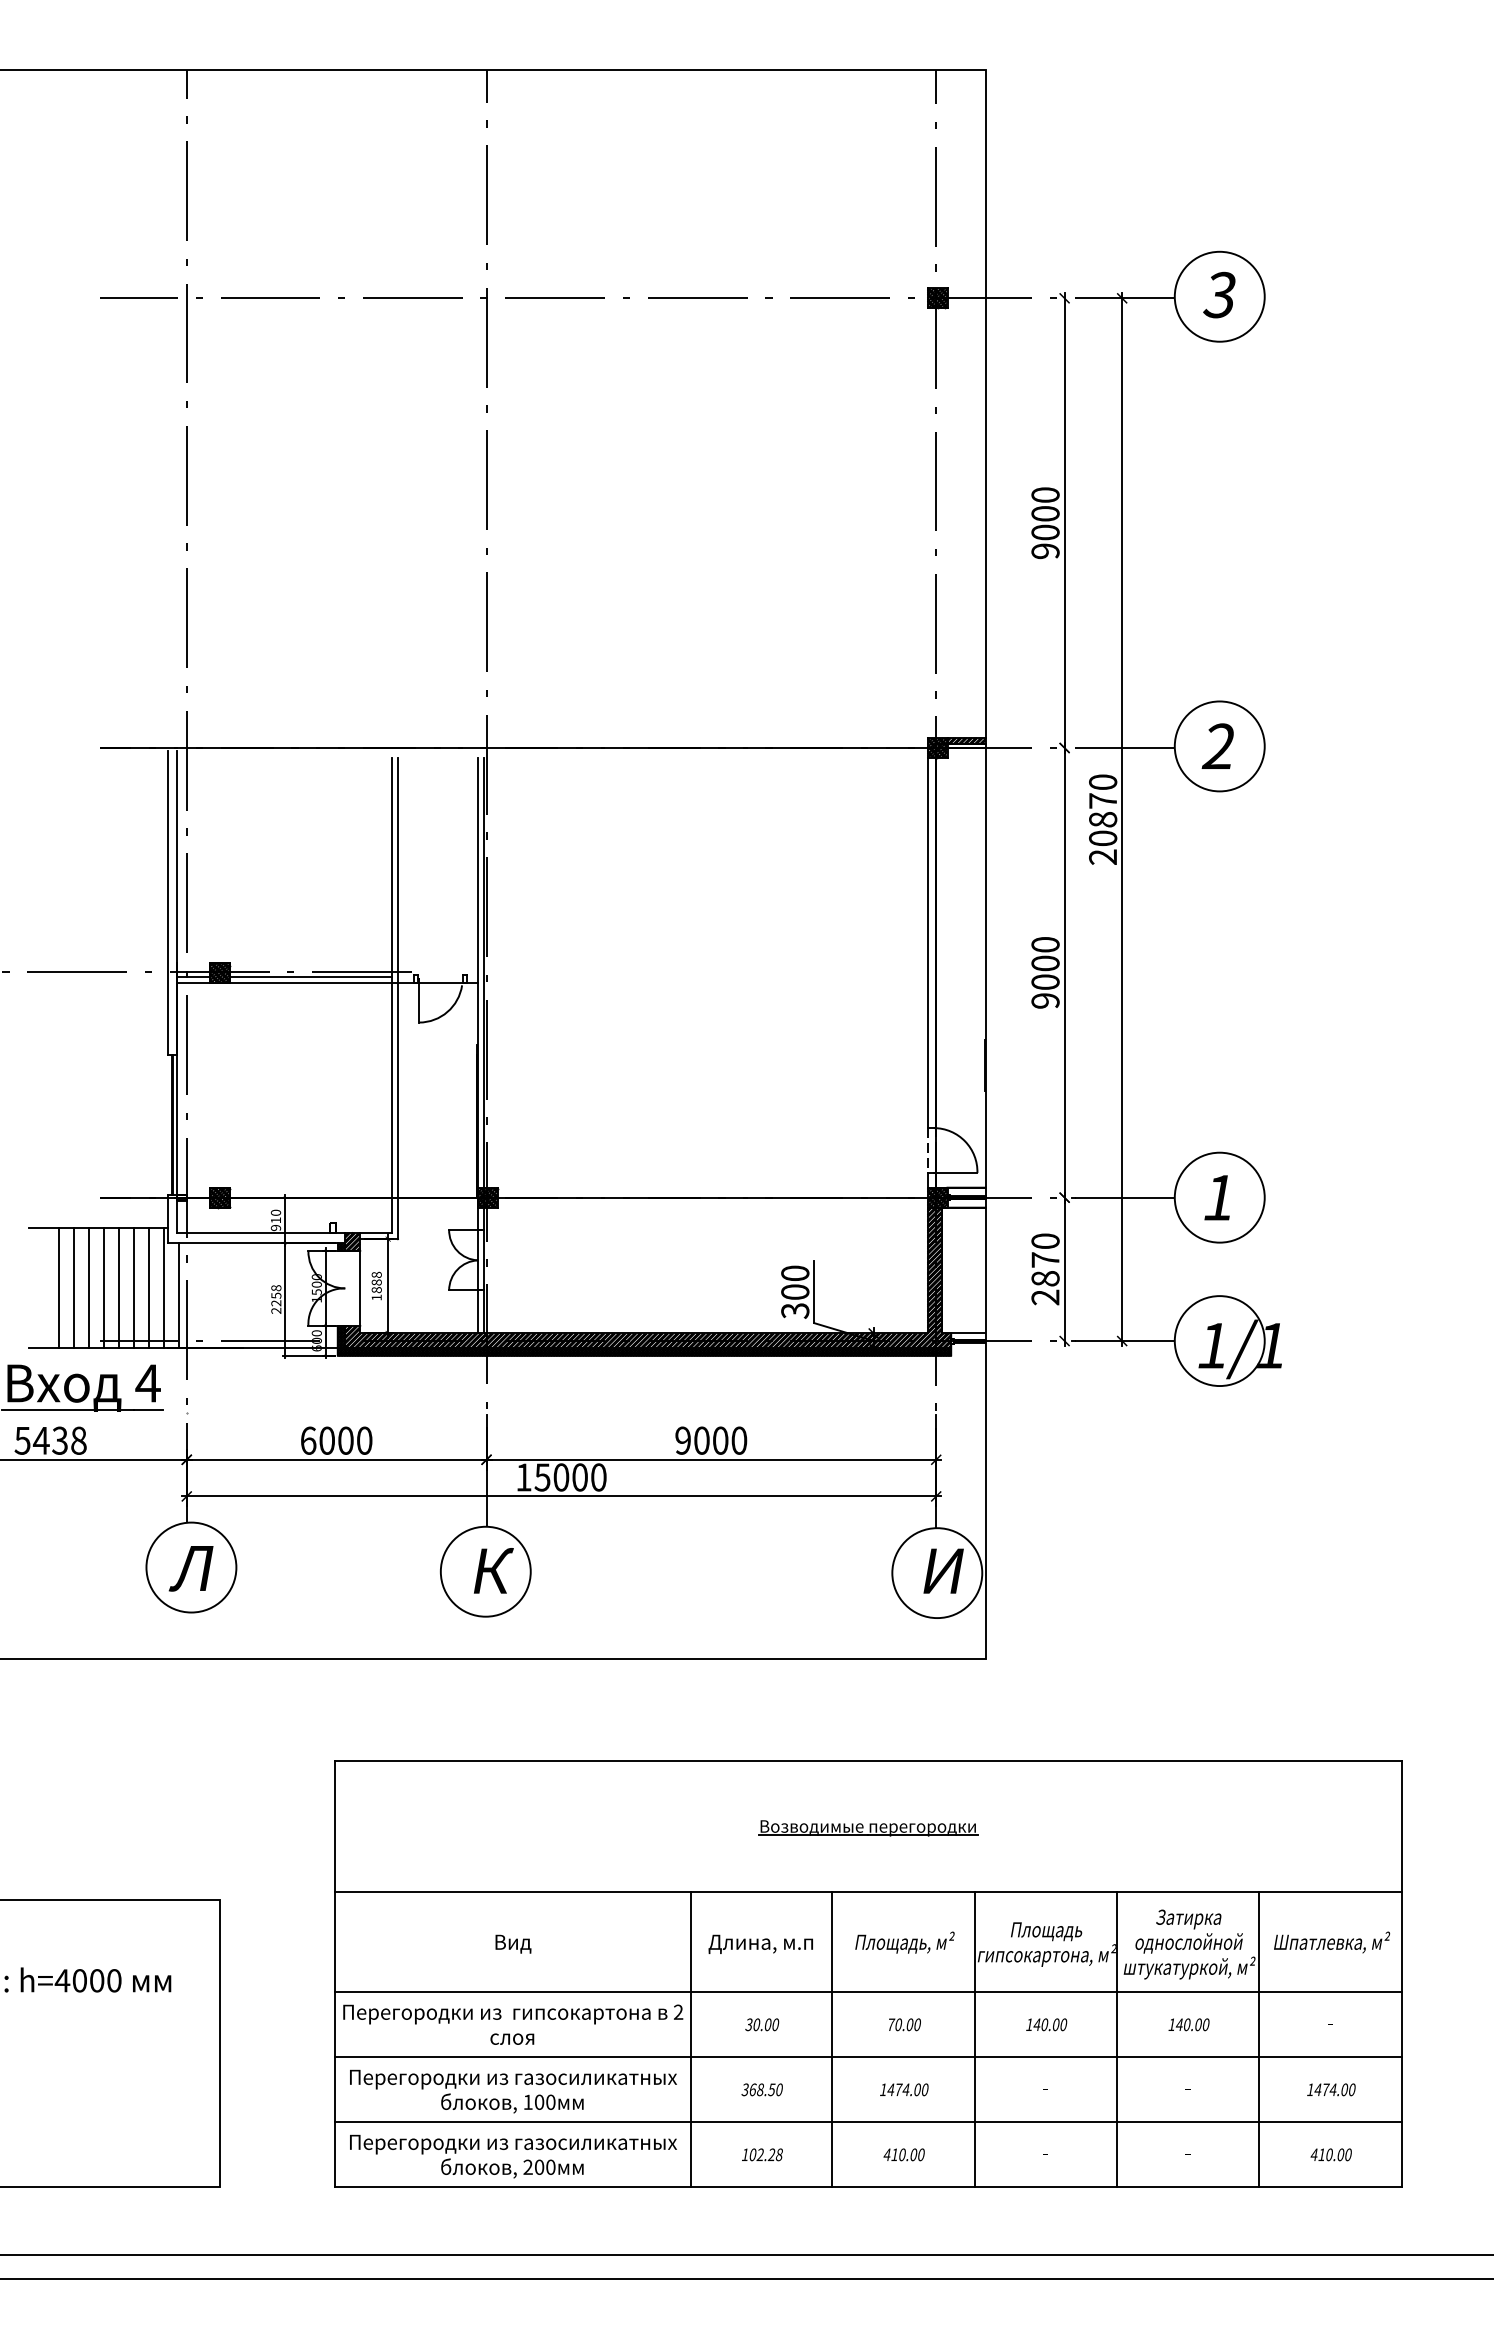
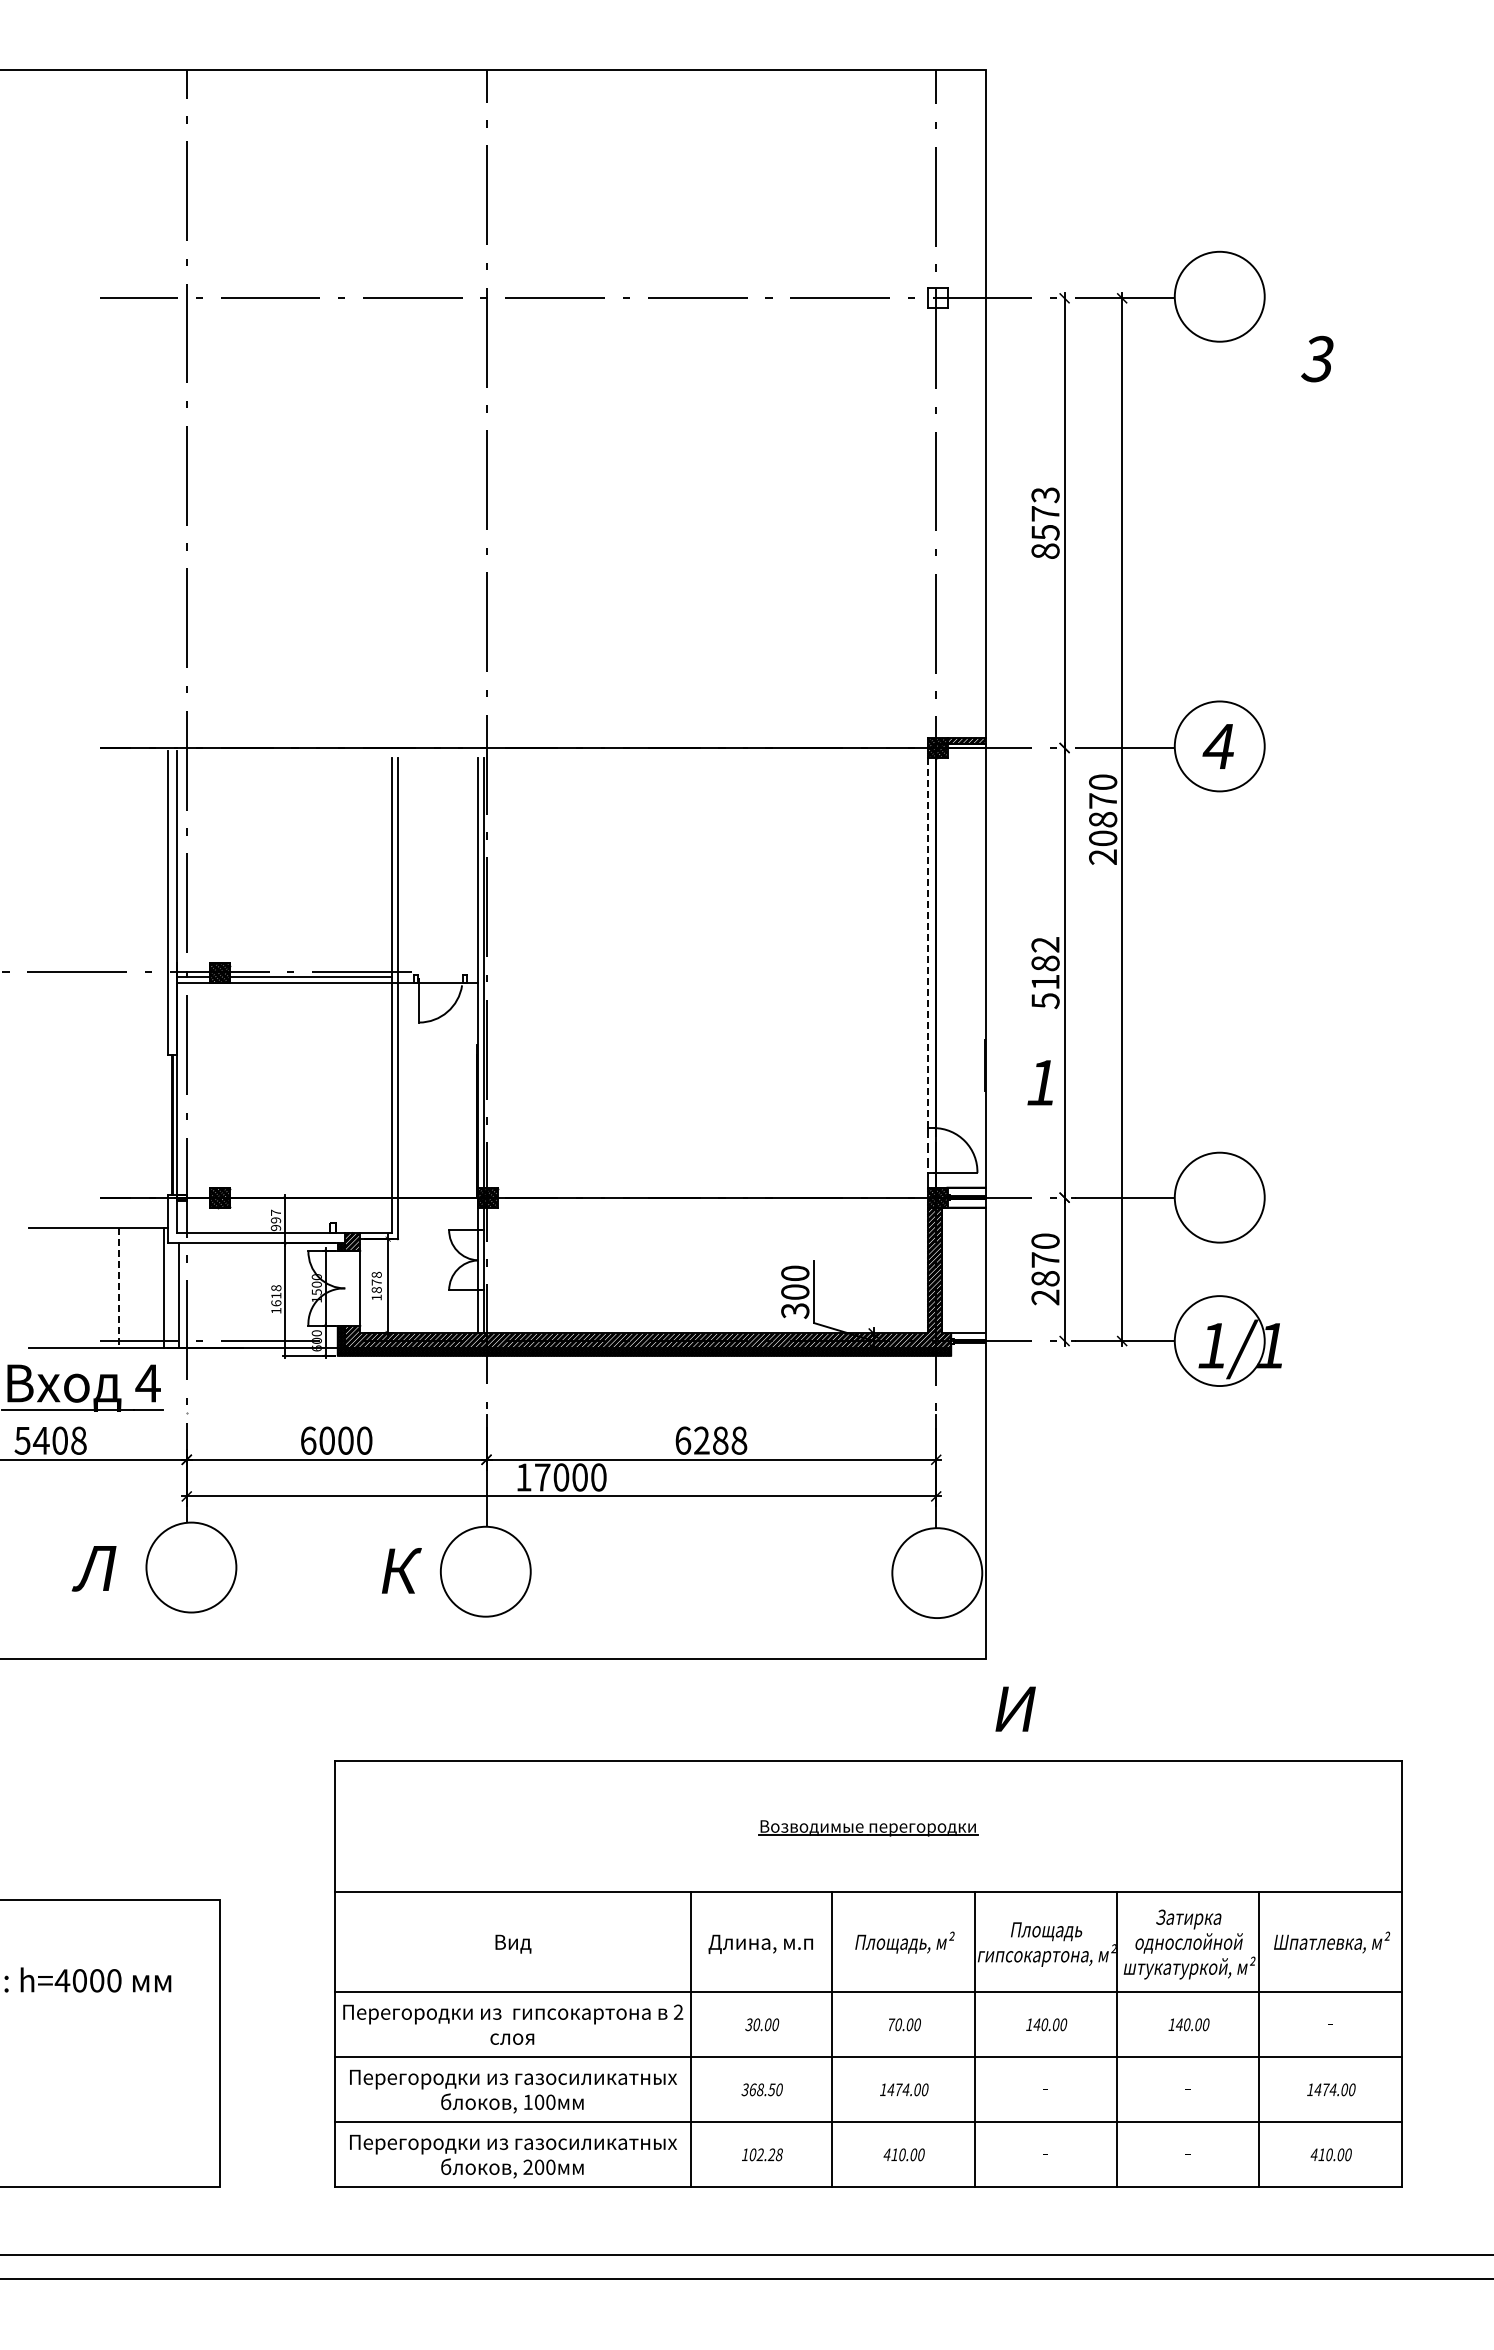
text at (1219, 294) position: (1219, 294) -> (1317, 358)
hatch at (937, 298): present -> none
text at (1045, 523): 9000 -> 8573
text at (1217, 745): 2 -> 4
line at (927, 943): solid -> dashed
text at (1045, 973): 9000 -> 5182
text at (1216, 1197) position: (1216, 1197) -> (1039, 1082)
text at (275, 1216): 910 -> 997
text at (376, 1282): 1888 -> 1878
line at (59, 1287): present -> none
line at (74, 1287): present -> none
line at (89, 1287): present -> none
line at (104, 1287): present -> none
line at (134, 1287): present -> none
line at (149, 1287): present -> none
line at (119, 1288): solid -> dashed
text at (276, 1302): 2258 -> 1618
text at (59, 1440): 5438 -> 5408
text at (711, 1440): 9000 -> 6288
text at (542, 1477): 15000 -> 17000
text at (190, 1568) position: (190, 1568) -> (93, 1568)
text at (493, 1570) position: (493, 1570) -> (401, 1570)
text at (943, 1570) position: (943, 1570) -> (1015, 1708)
